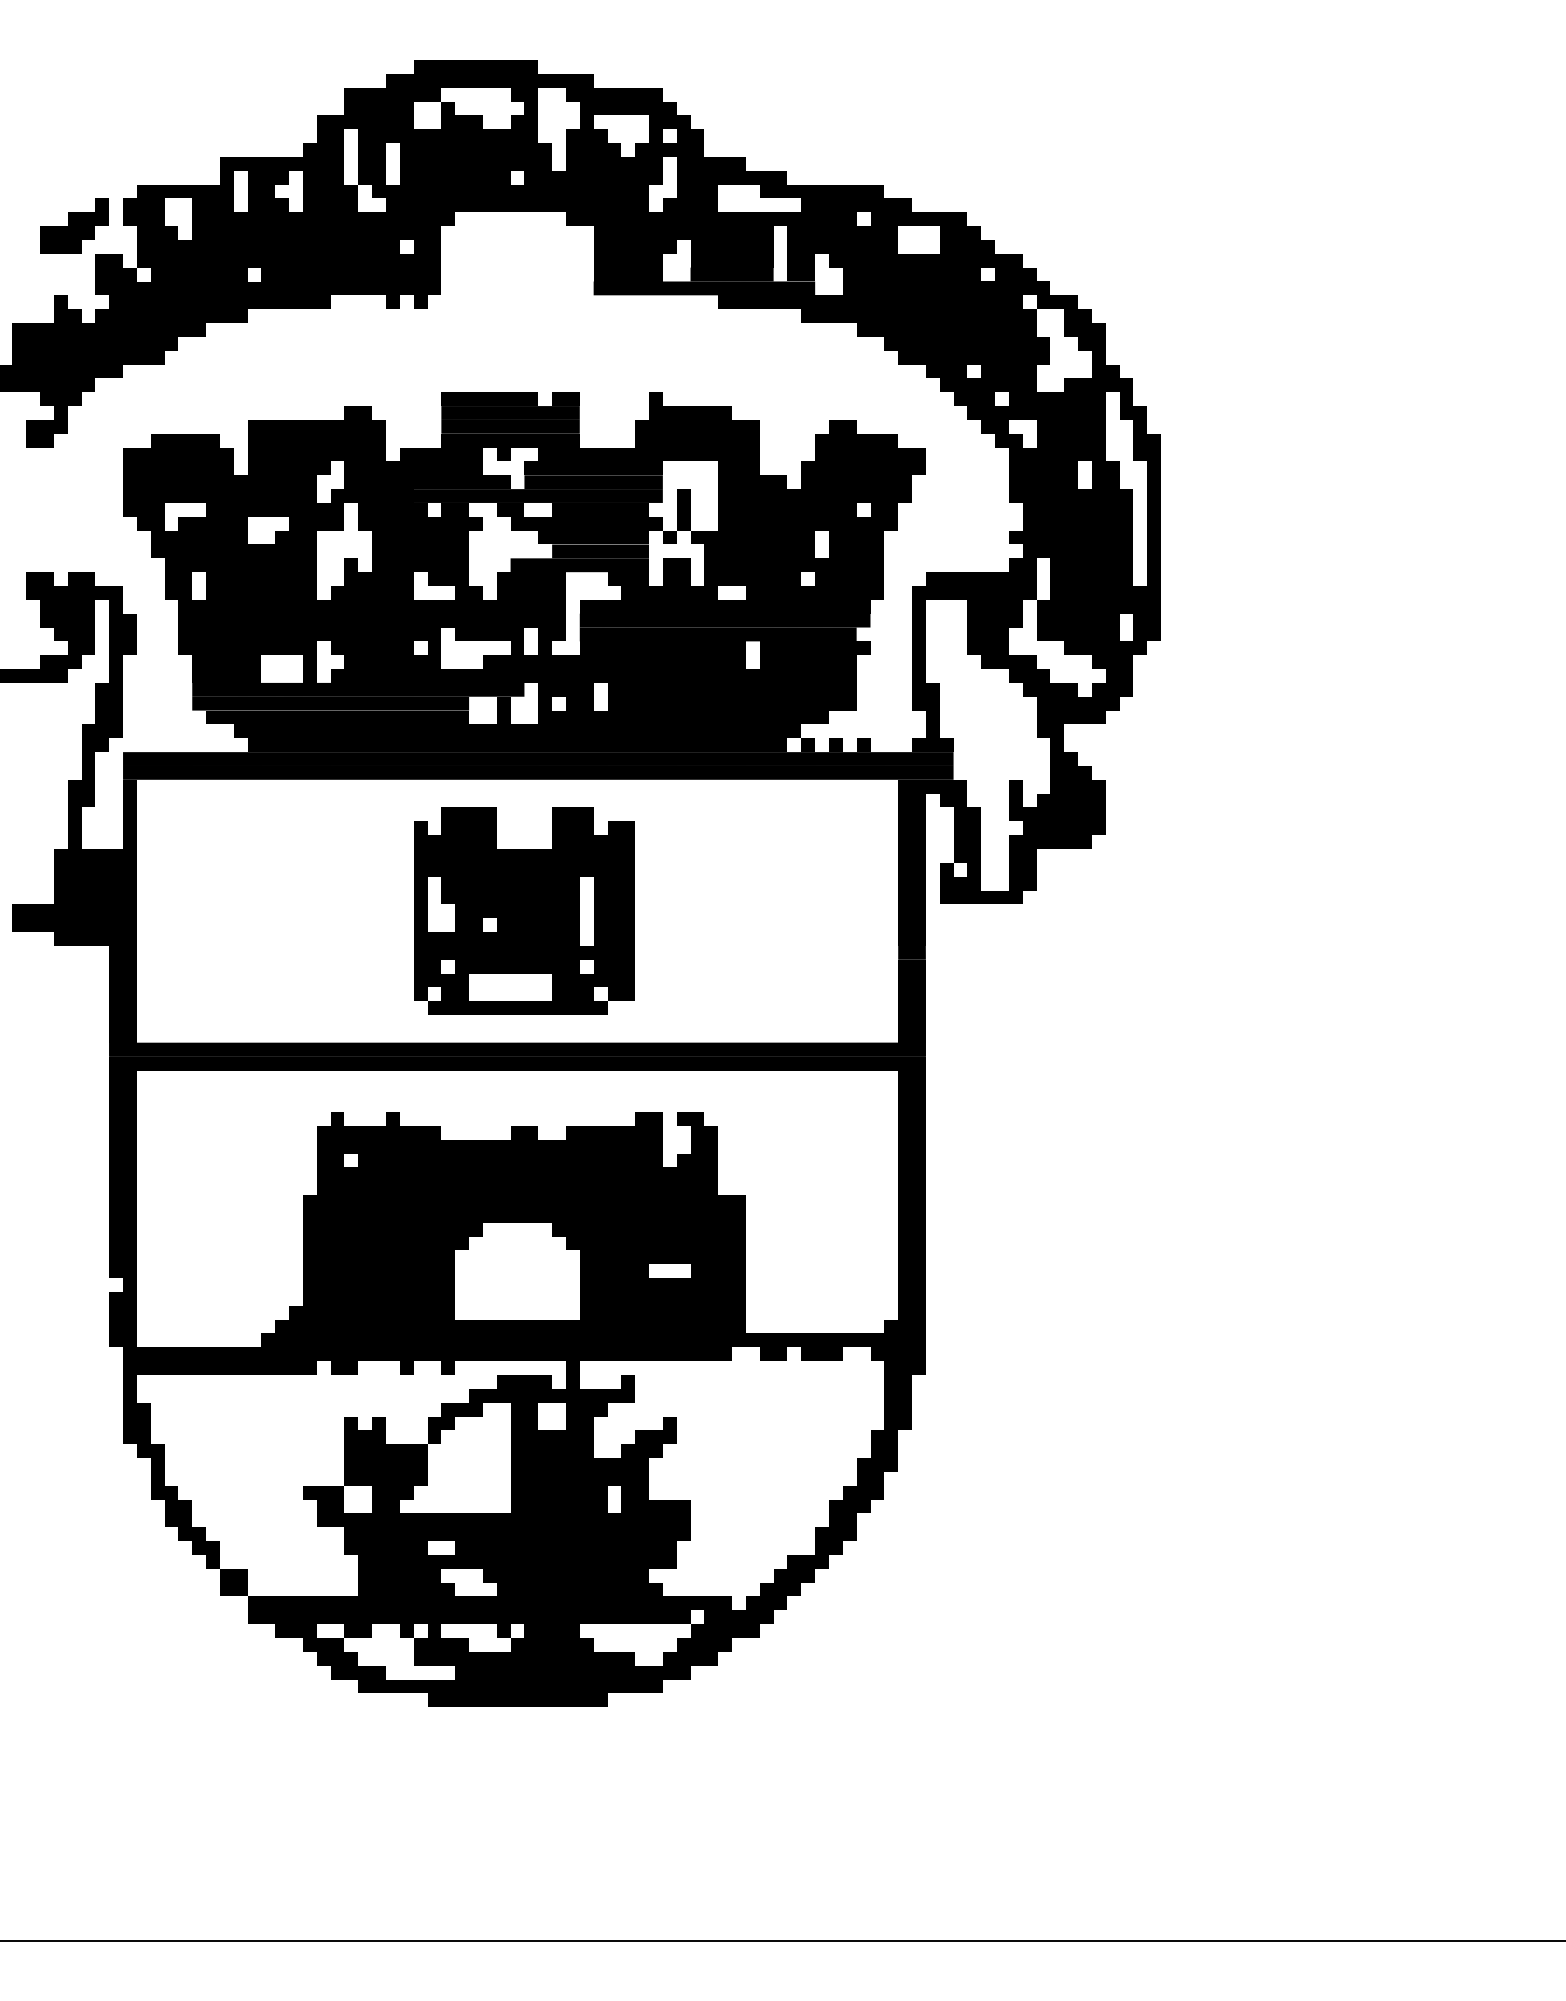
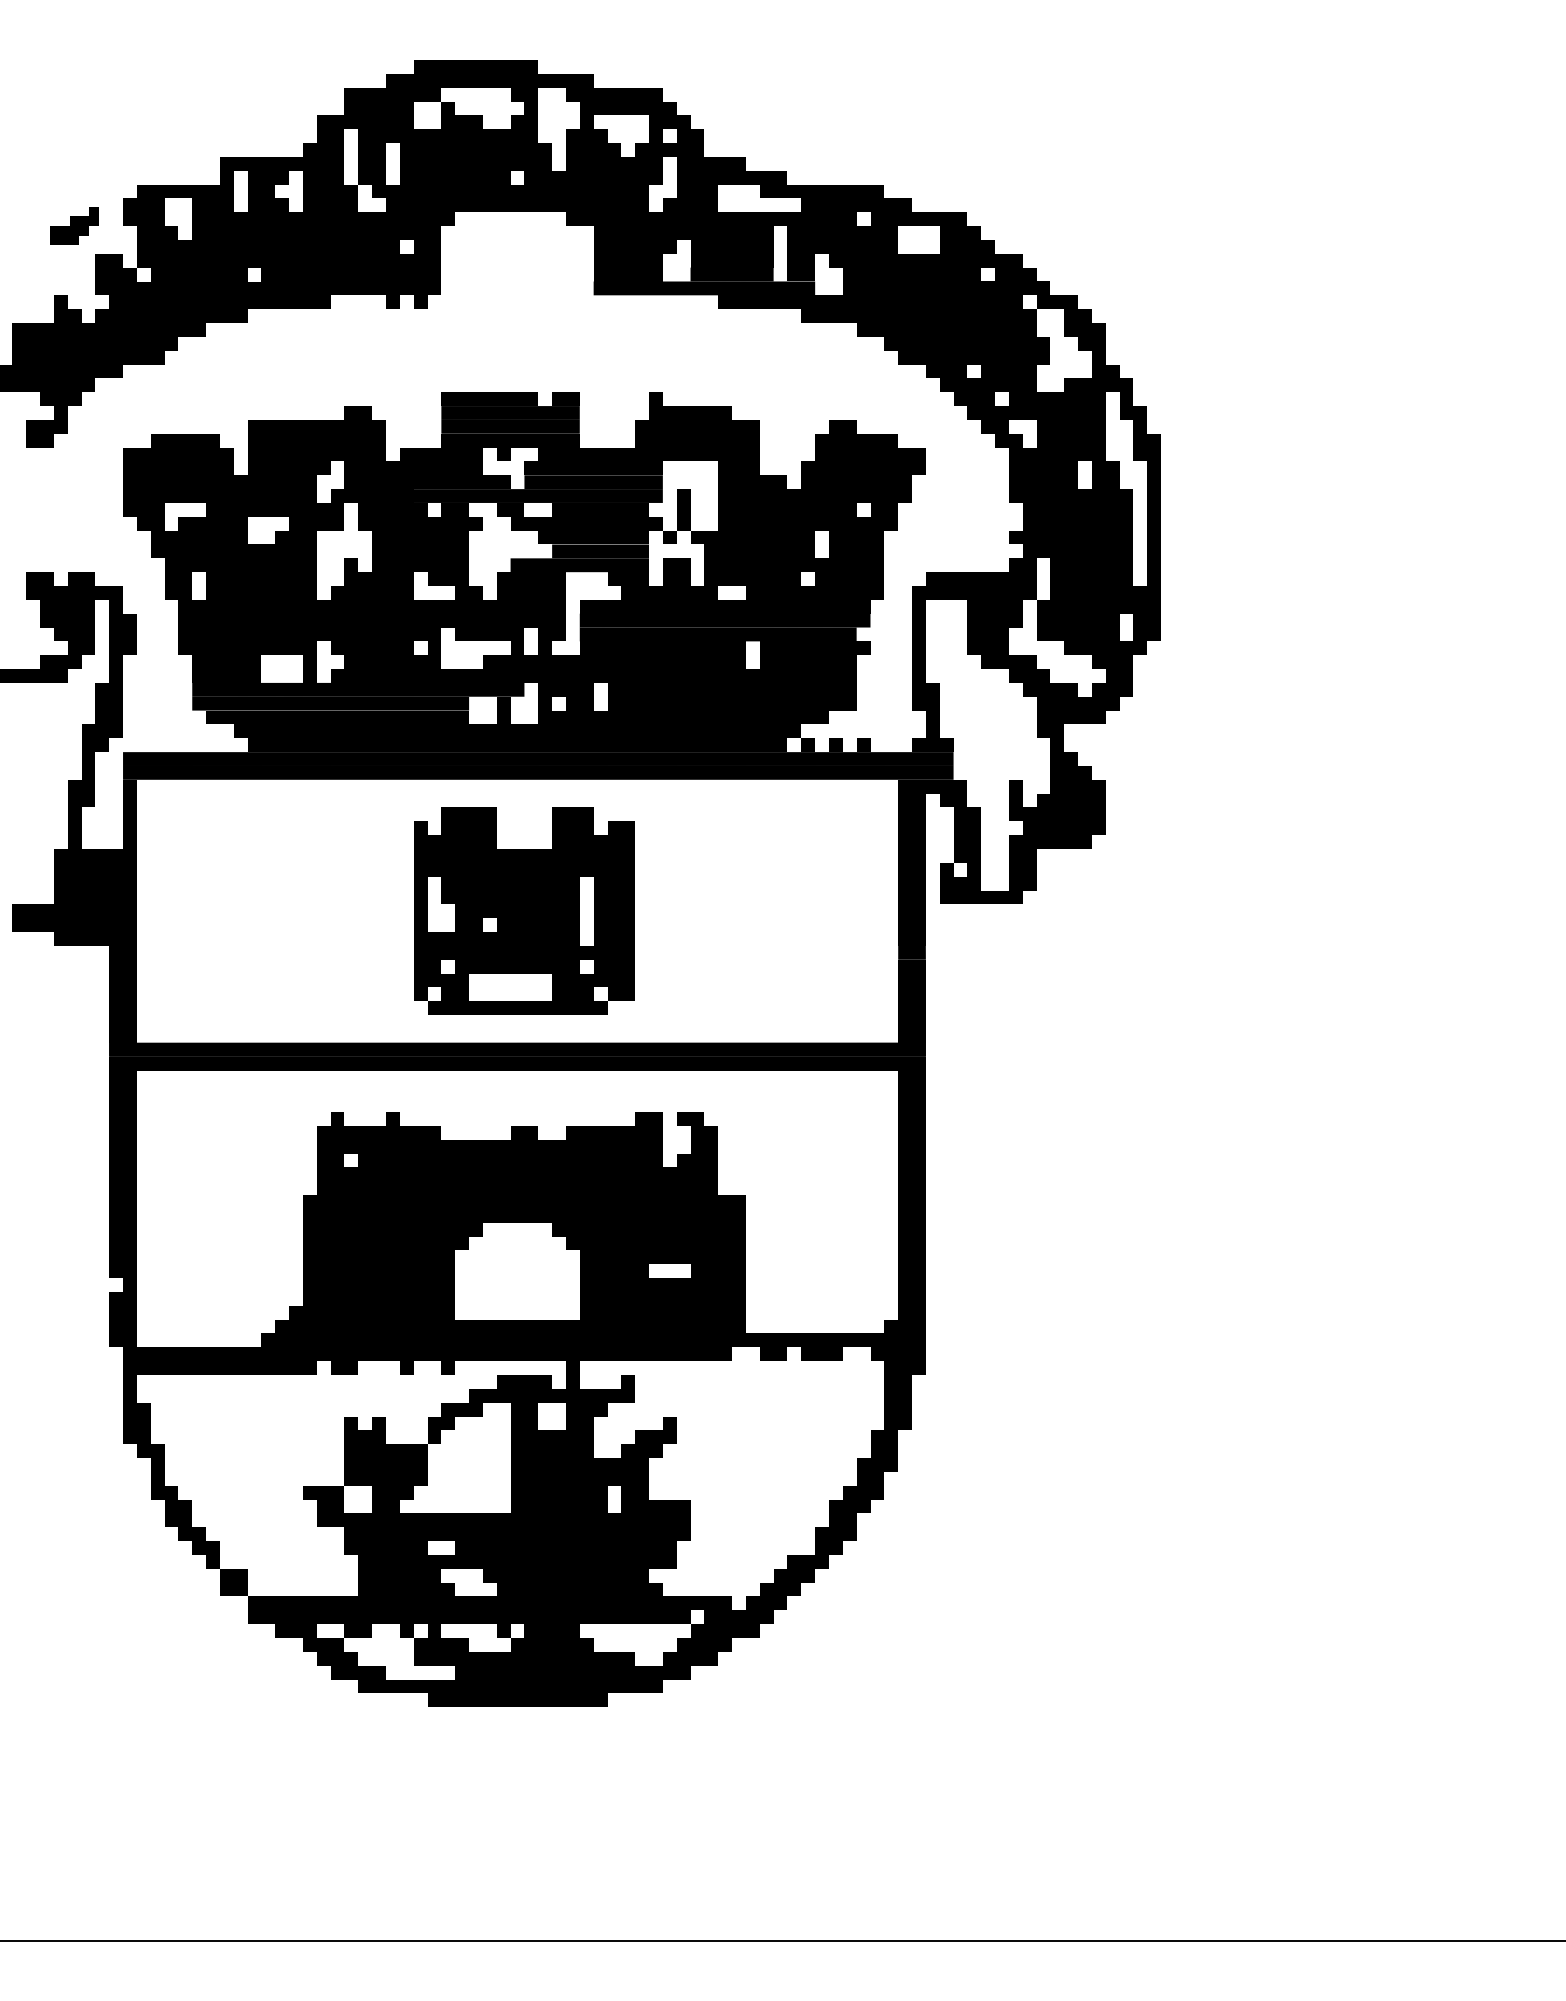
part at (74, 225) size: 69x56 px -> 49x38 px
